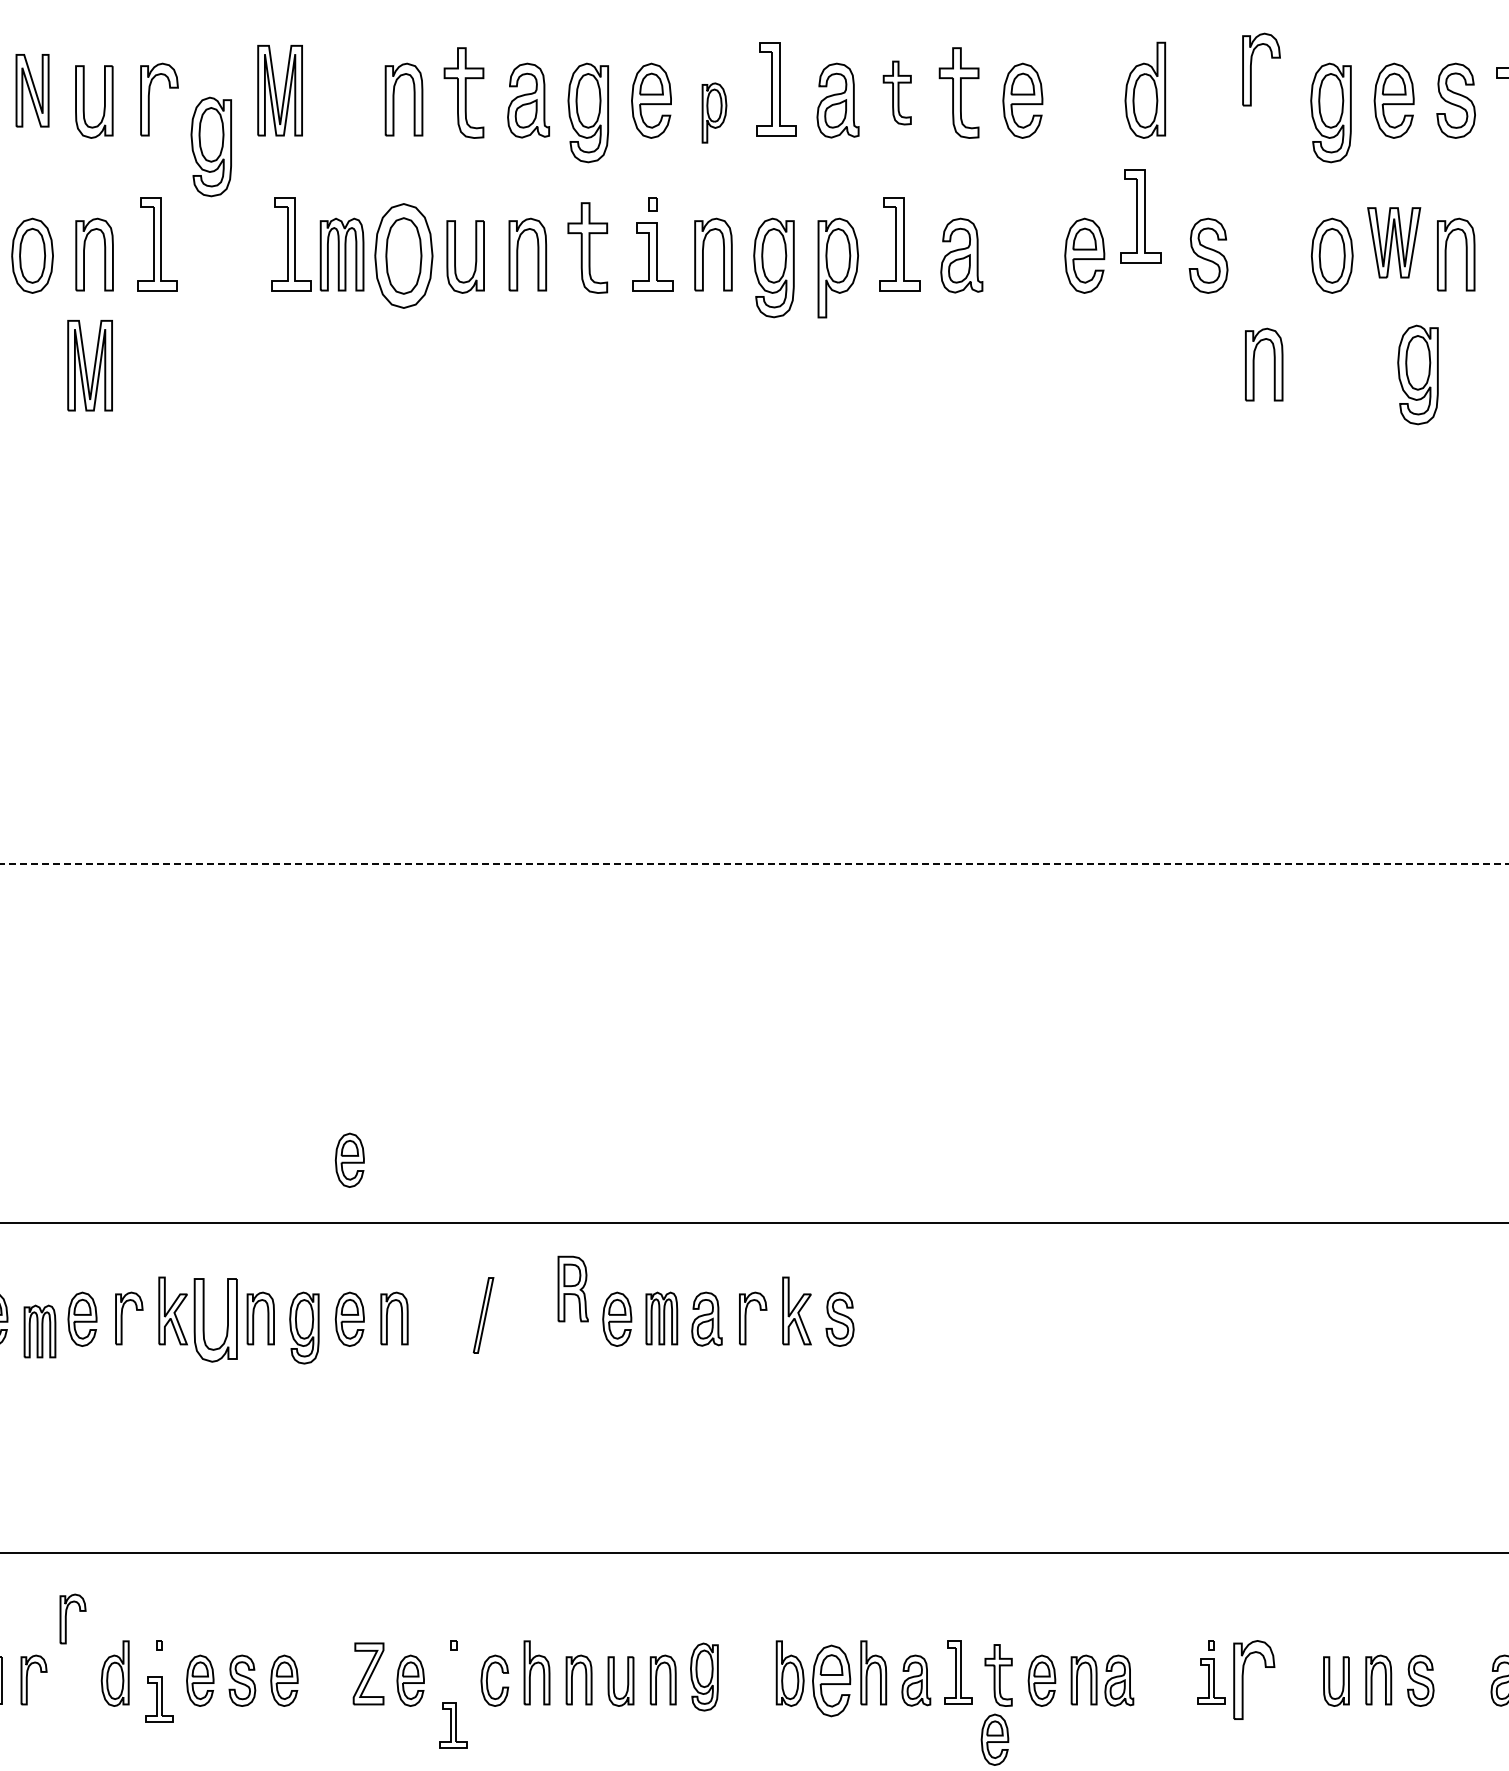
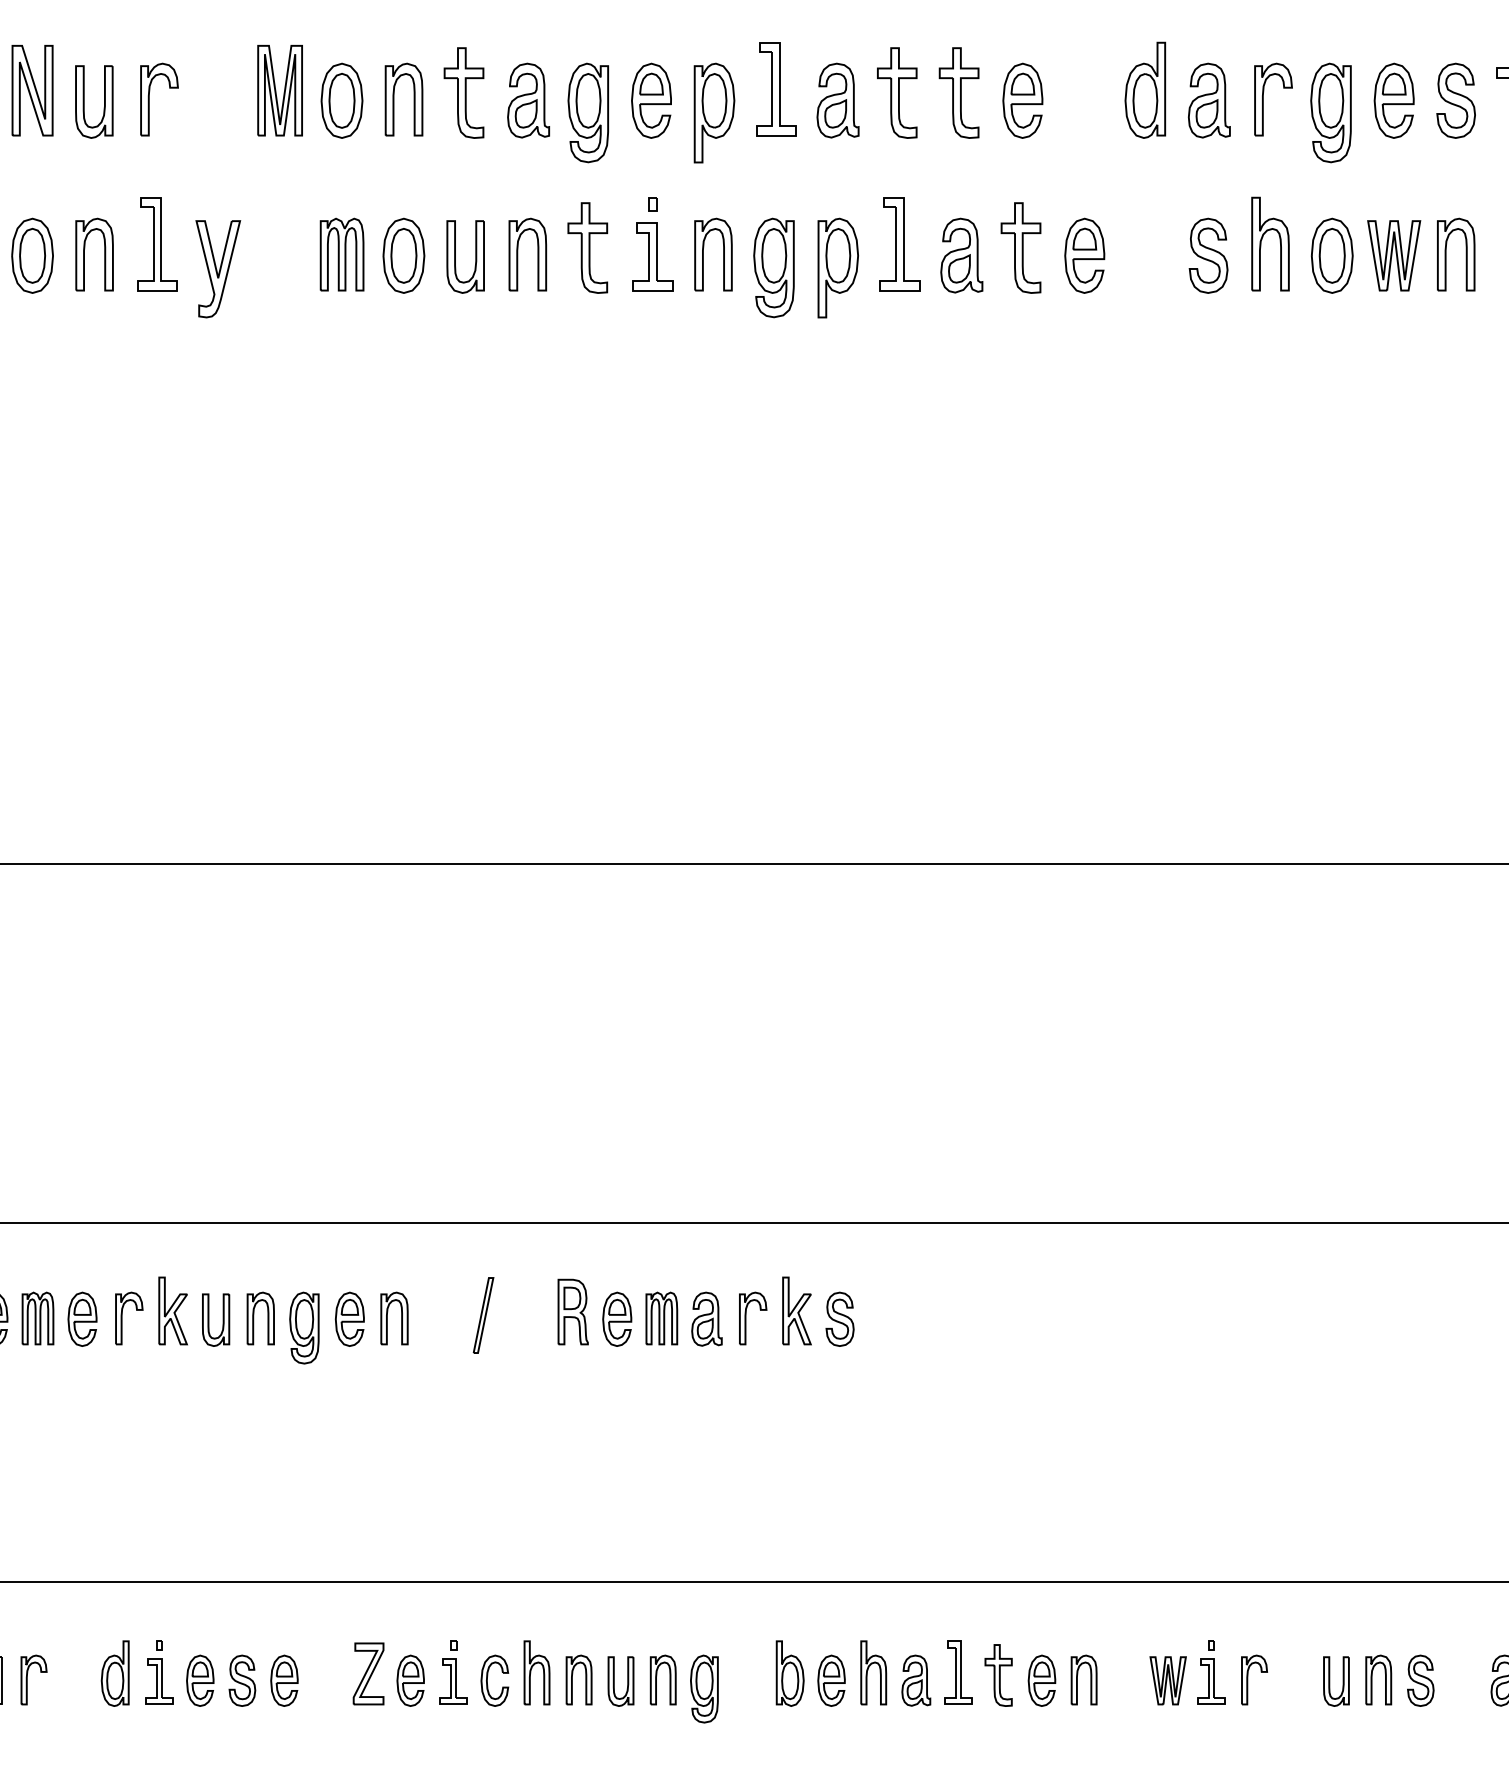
part at (1251, 69) position: (1251, 69) -> (1263, 99)
part at (32, 90) size: 35x74 px -> 43x92 px
part at (896, 92) size: 30x66 px -> 41x92 px
part at (341, 100): none -> present
part at (1209, 100): none -> present
part at (714, 112) size: 27x62 px -> 43x102 px
part at (210, 146): present -> none
part at (1140, 216): present -> none
part at (1262, 239): none -> present
part at (1394, 242) position: (1394, 242) -> (1394, 255)
part at (291, 244): present -> none
part at (1020, 247): none -> present
part at (403, 255) size: 60x106 px -> 44x77 px
part at (218, 269): none -> present
part at (1273, 364): present -> none
part at (89, 365): present -> none
part at (1417, 374): present -> none
line at (755, 863): dashed -> solid
part at (349, 1159): present -> none
part at (572, 1288) position: (572, 1288) -> (572, 1311)
part at (215, 1320) size: 45x85 px -> 29x54 px
part at (39, 1331) position: (39, 1331) -> (37, 1318)
line at (753, 1552) position: (753, 1552) -> (753, 1581)
part at (72, 1618): present -> none
part at (704, 1676) position: (704, 1676) -> (704, 1688)
part at (1254, 1679) size: 43x80 px -> 28x52 px
part at (831, 1680) size: 40x74 px -> 29x53 px
part at (1119, 1680): present -> none
part at (1167, 1680): none -> present
part at (159, 1699) position: (159, 1699) -> (159, 1681)
part at (453, 1725) position: (453, 1725) -> (453, 1681)
part at (994, 1739): present -> none
